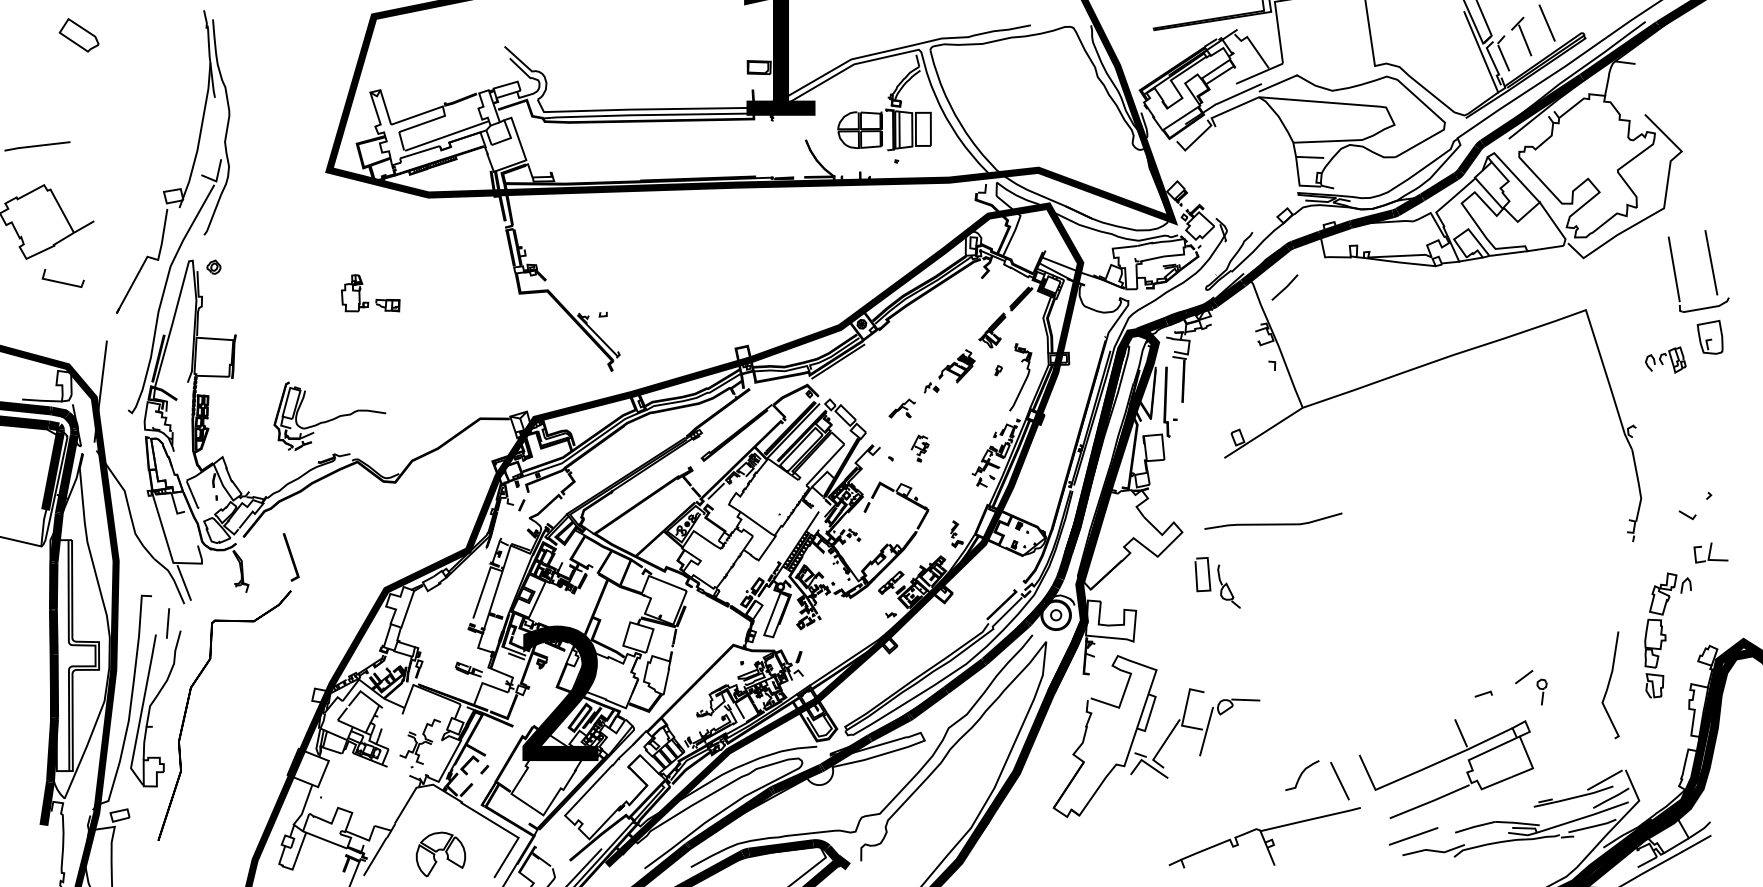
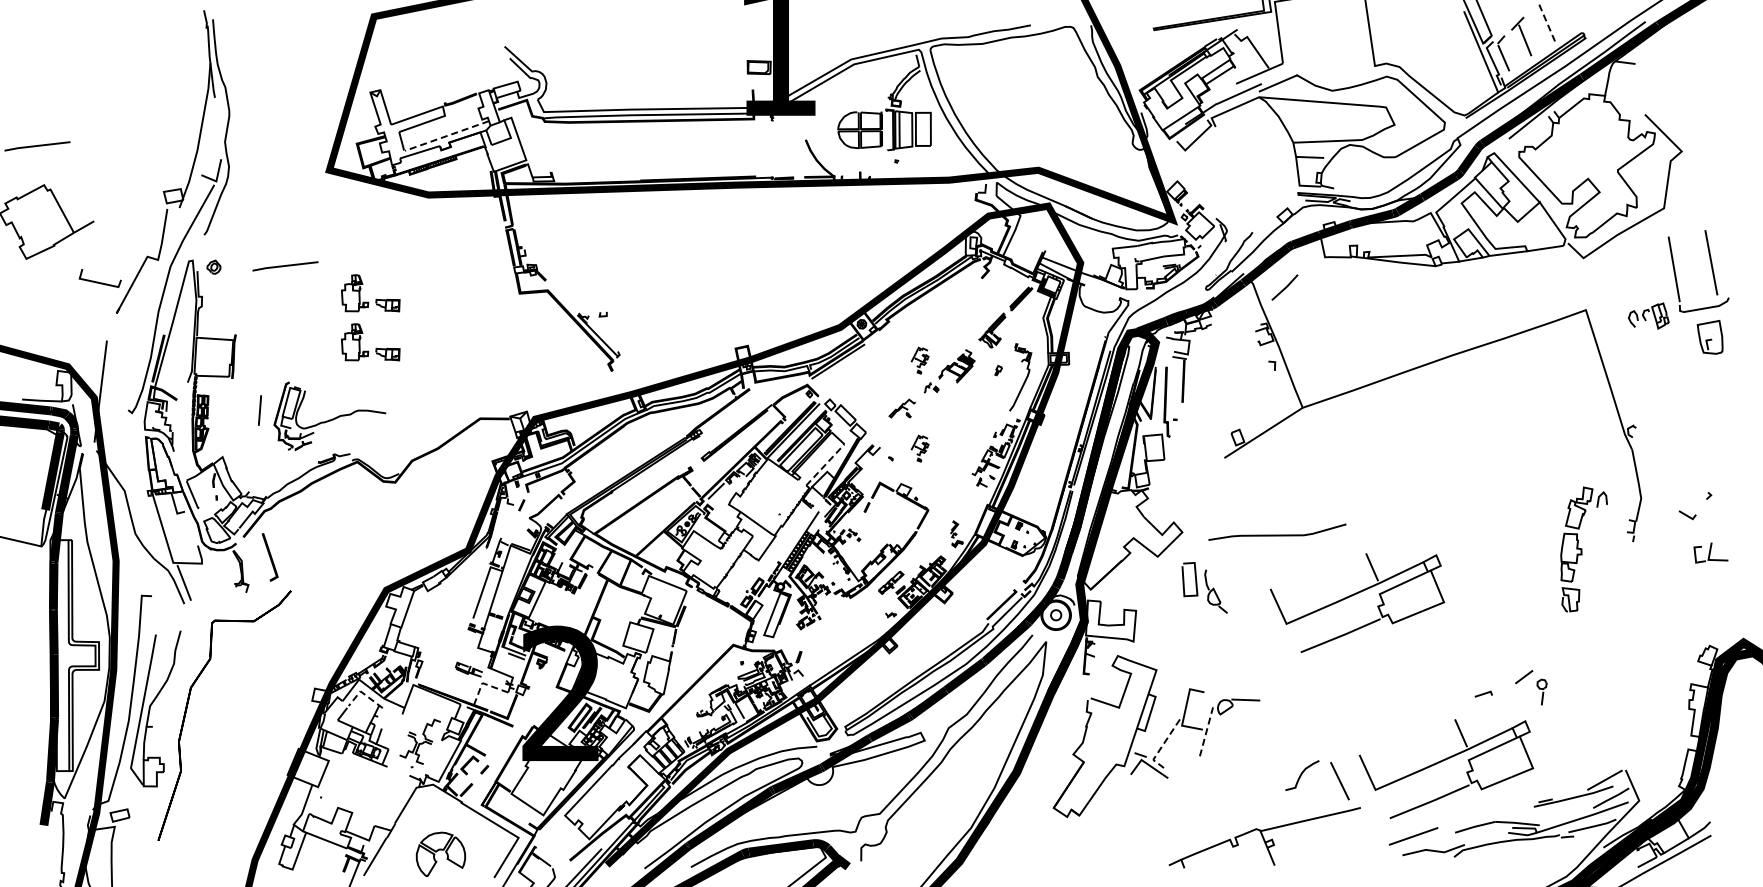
line at (1547, 23): solid -> dashed
part at (78, 35): present -> none
line at (447, 135): solid -> dashed
line at (285, 266): none -> present
line at (61, 281) position: (61, 281) -> (98, 281)
part at (376, 347): none -> present
part at (1665, 359) position: (1665, 359) -> (1648, 315)
part at (919, 360): none -> present
line at (825, 464): solid -> dashed
curve at (1273, 523) position: (1273, 523) -> (1277, 534)
part at (290, 557) position: (290, 557) -> (269, 557)
part at (1217, 582) position: (1217, 582) -> (1204, 587)
part at (1354, 595): none -> present
line at (167, 623) position: (167, 623) -> (259, 410)
part at (1667, 635) position: (1667, 635) -> (1583, 549)
line at (483, 683): solid -> dashed
curve at (1609, 685): present -> none
line at (363, 693): solid -> dashed
line at (1206, 731): solid -> dashed
line at (1162, 745): solid -> dashed
